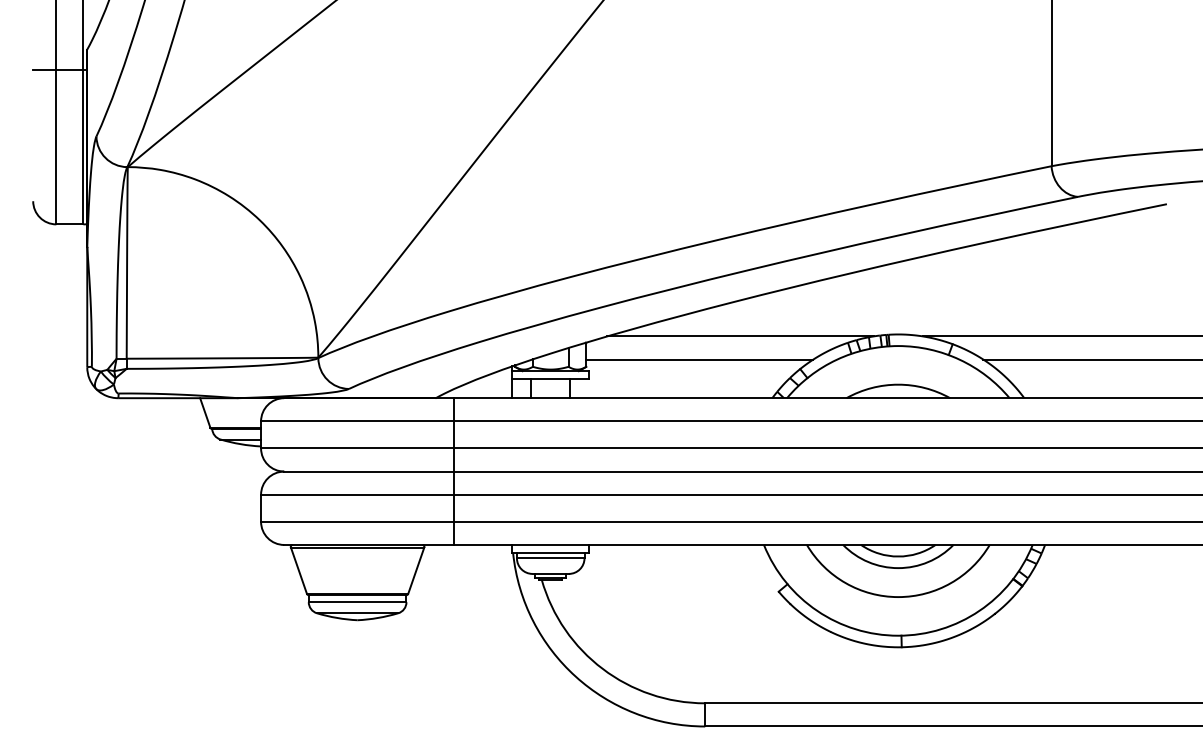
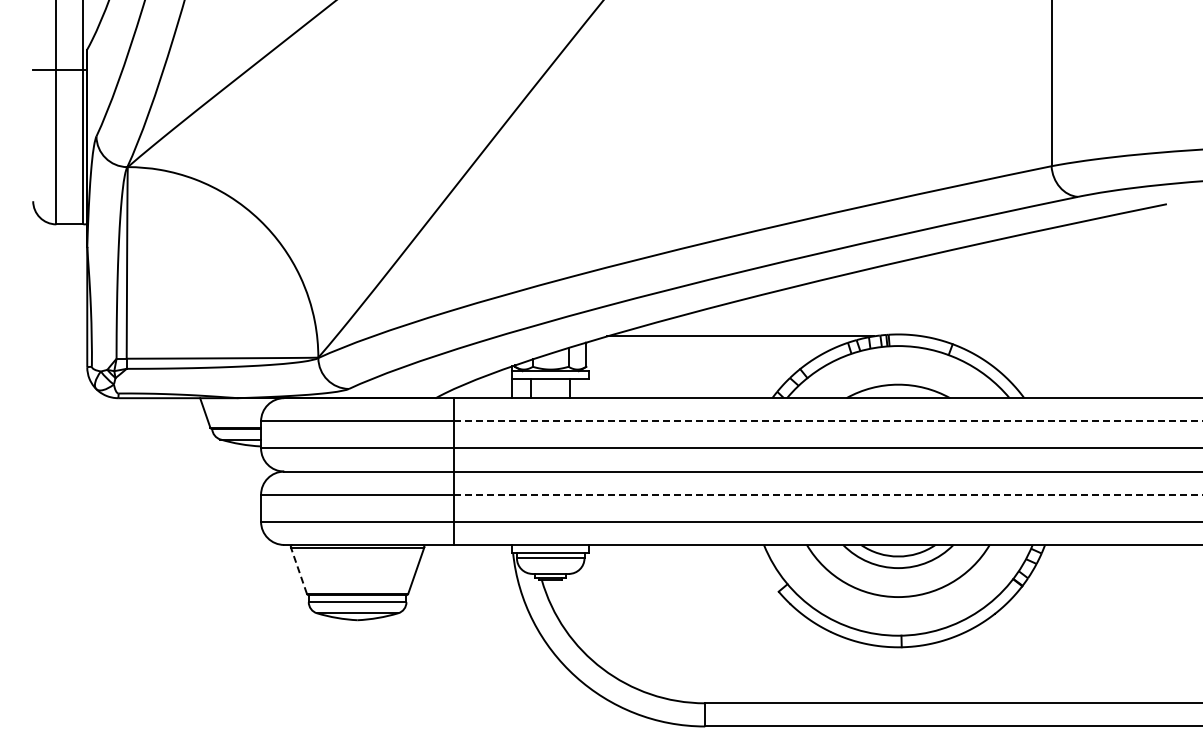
line at (1060, 336): present -> none
line at (699, 359): present -> none
line at (1091, 359): present -> none
line at (828, 421): solid -> dashed
line at (828, 494): solid -> dashed
line at (298, 570): solid -> dashed
